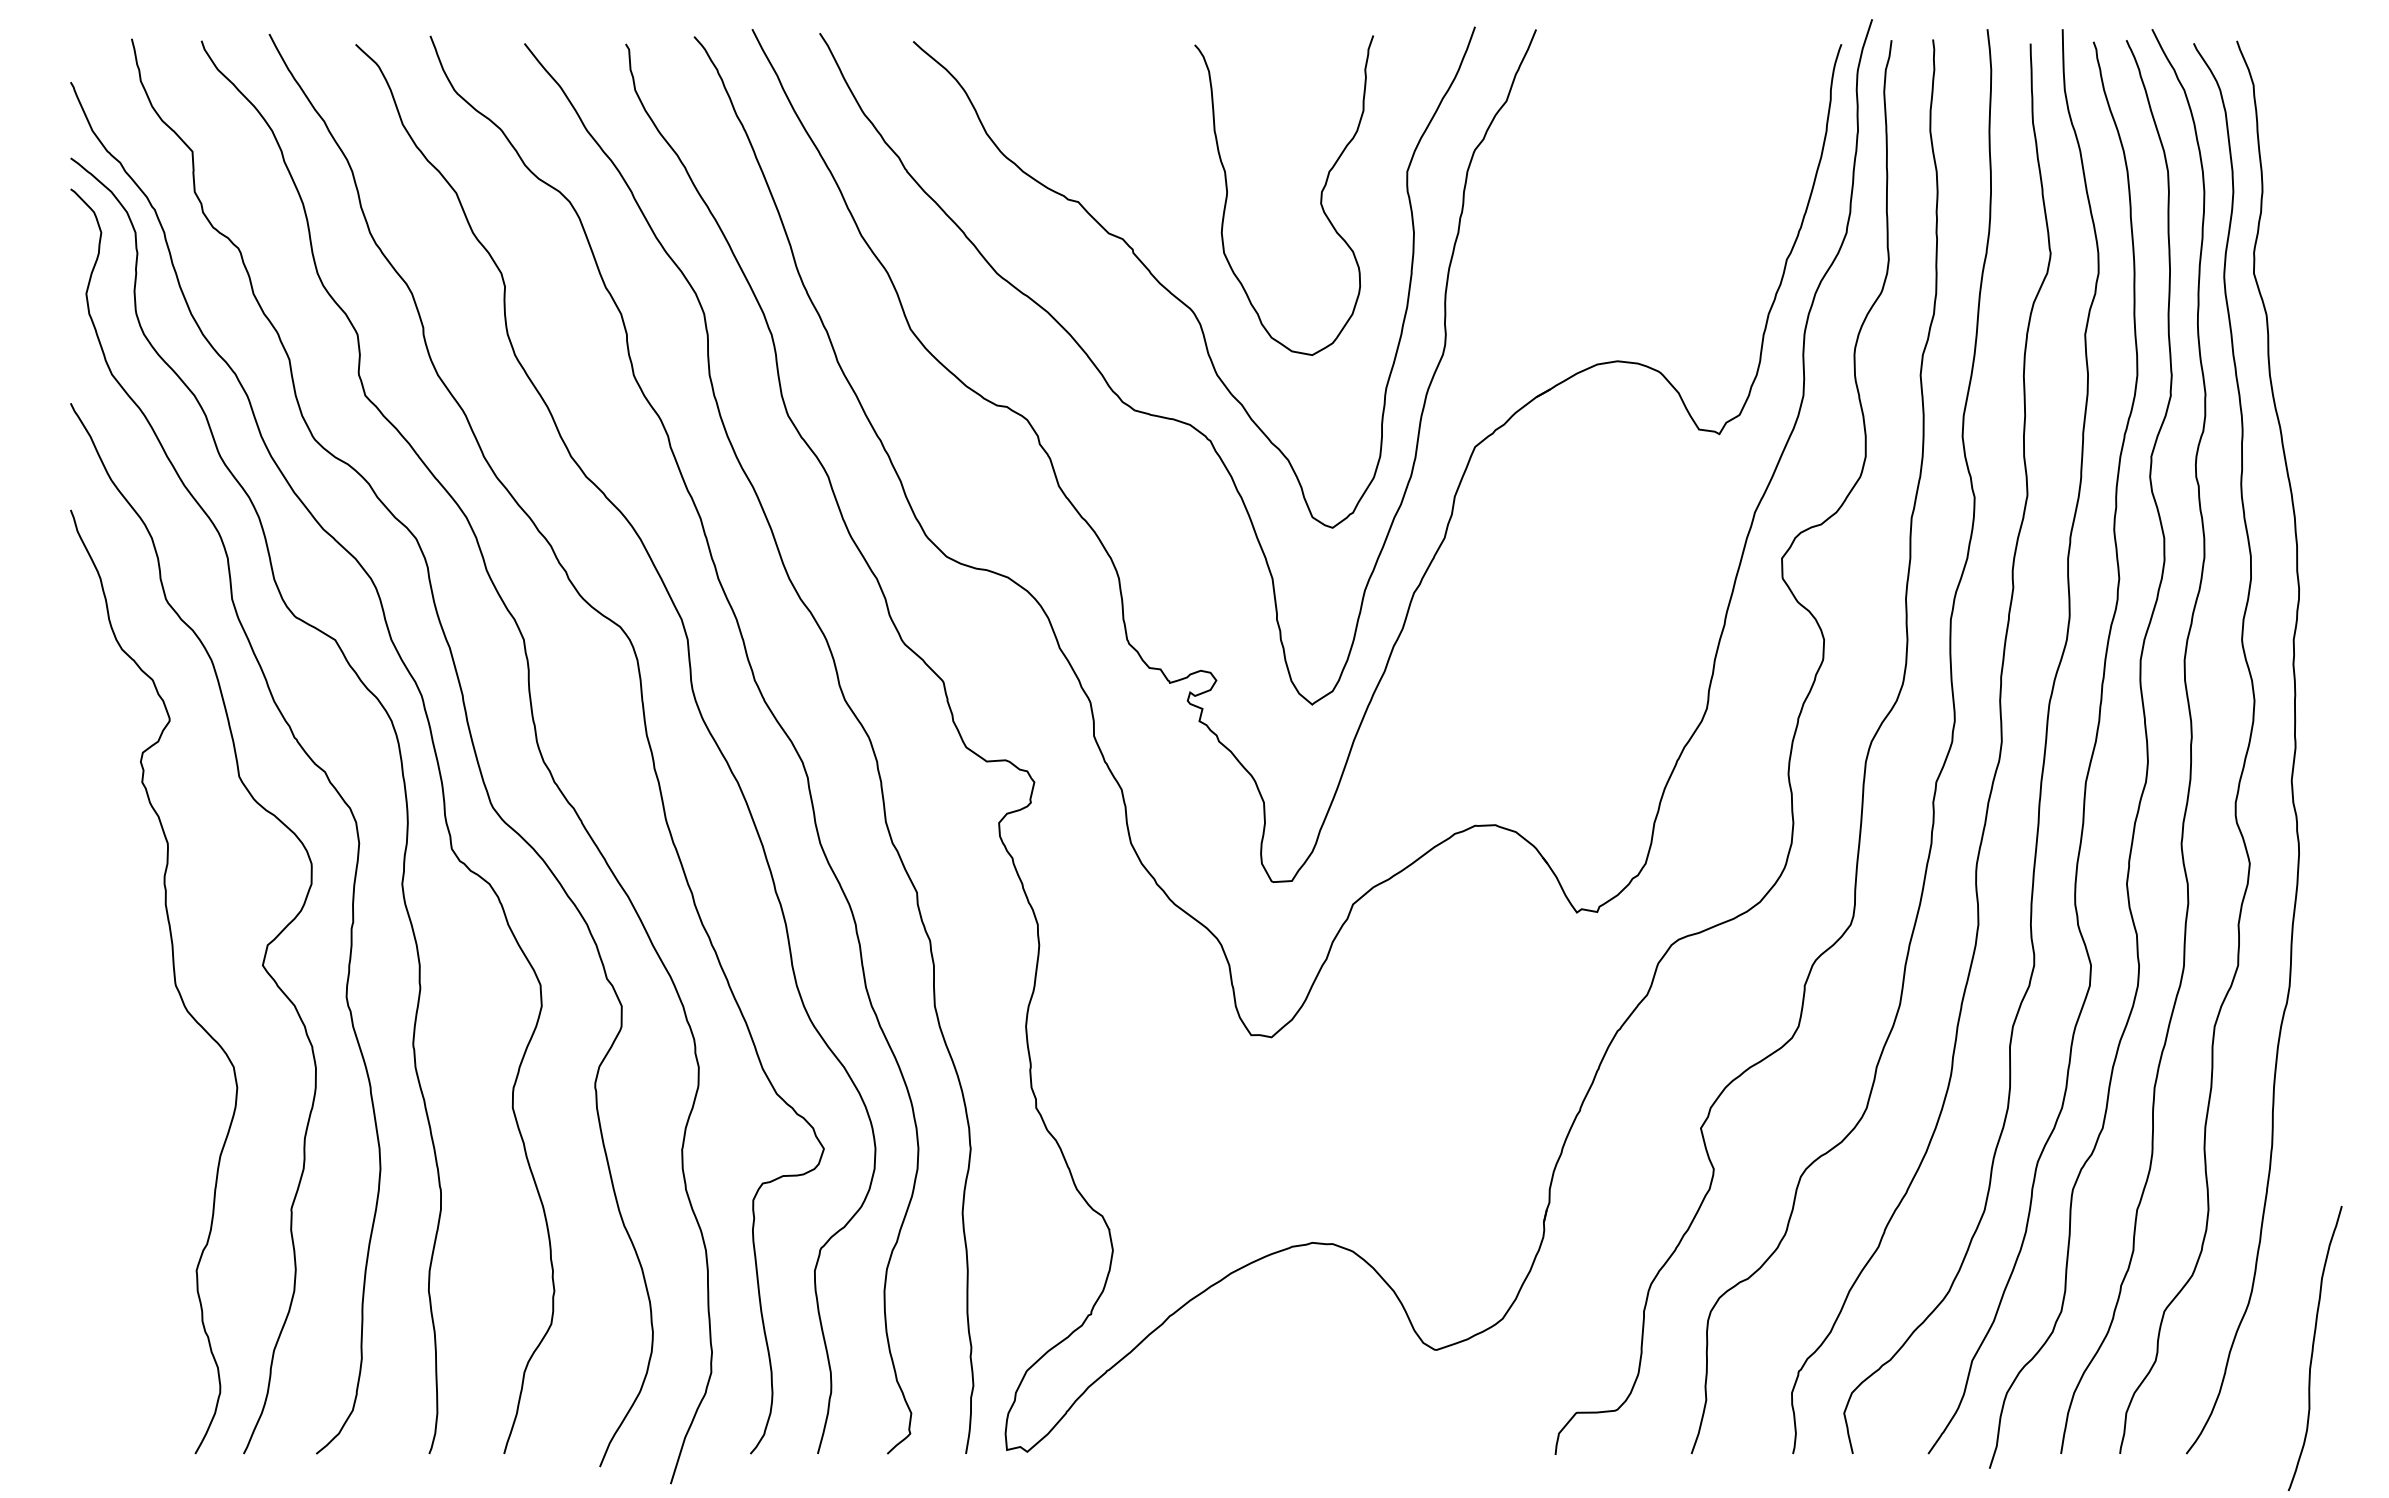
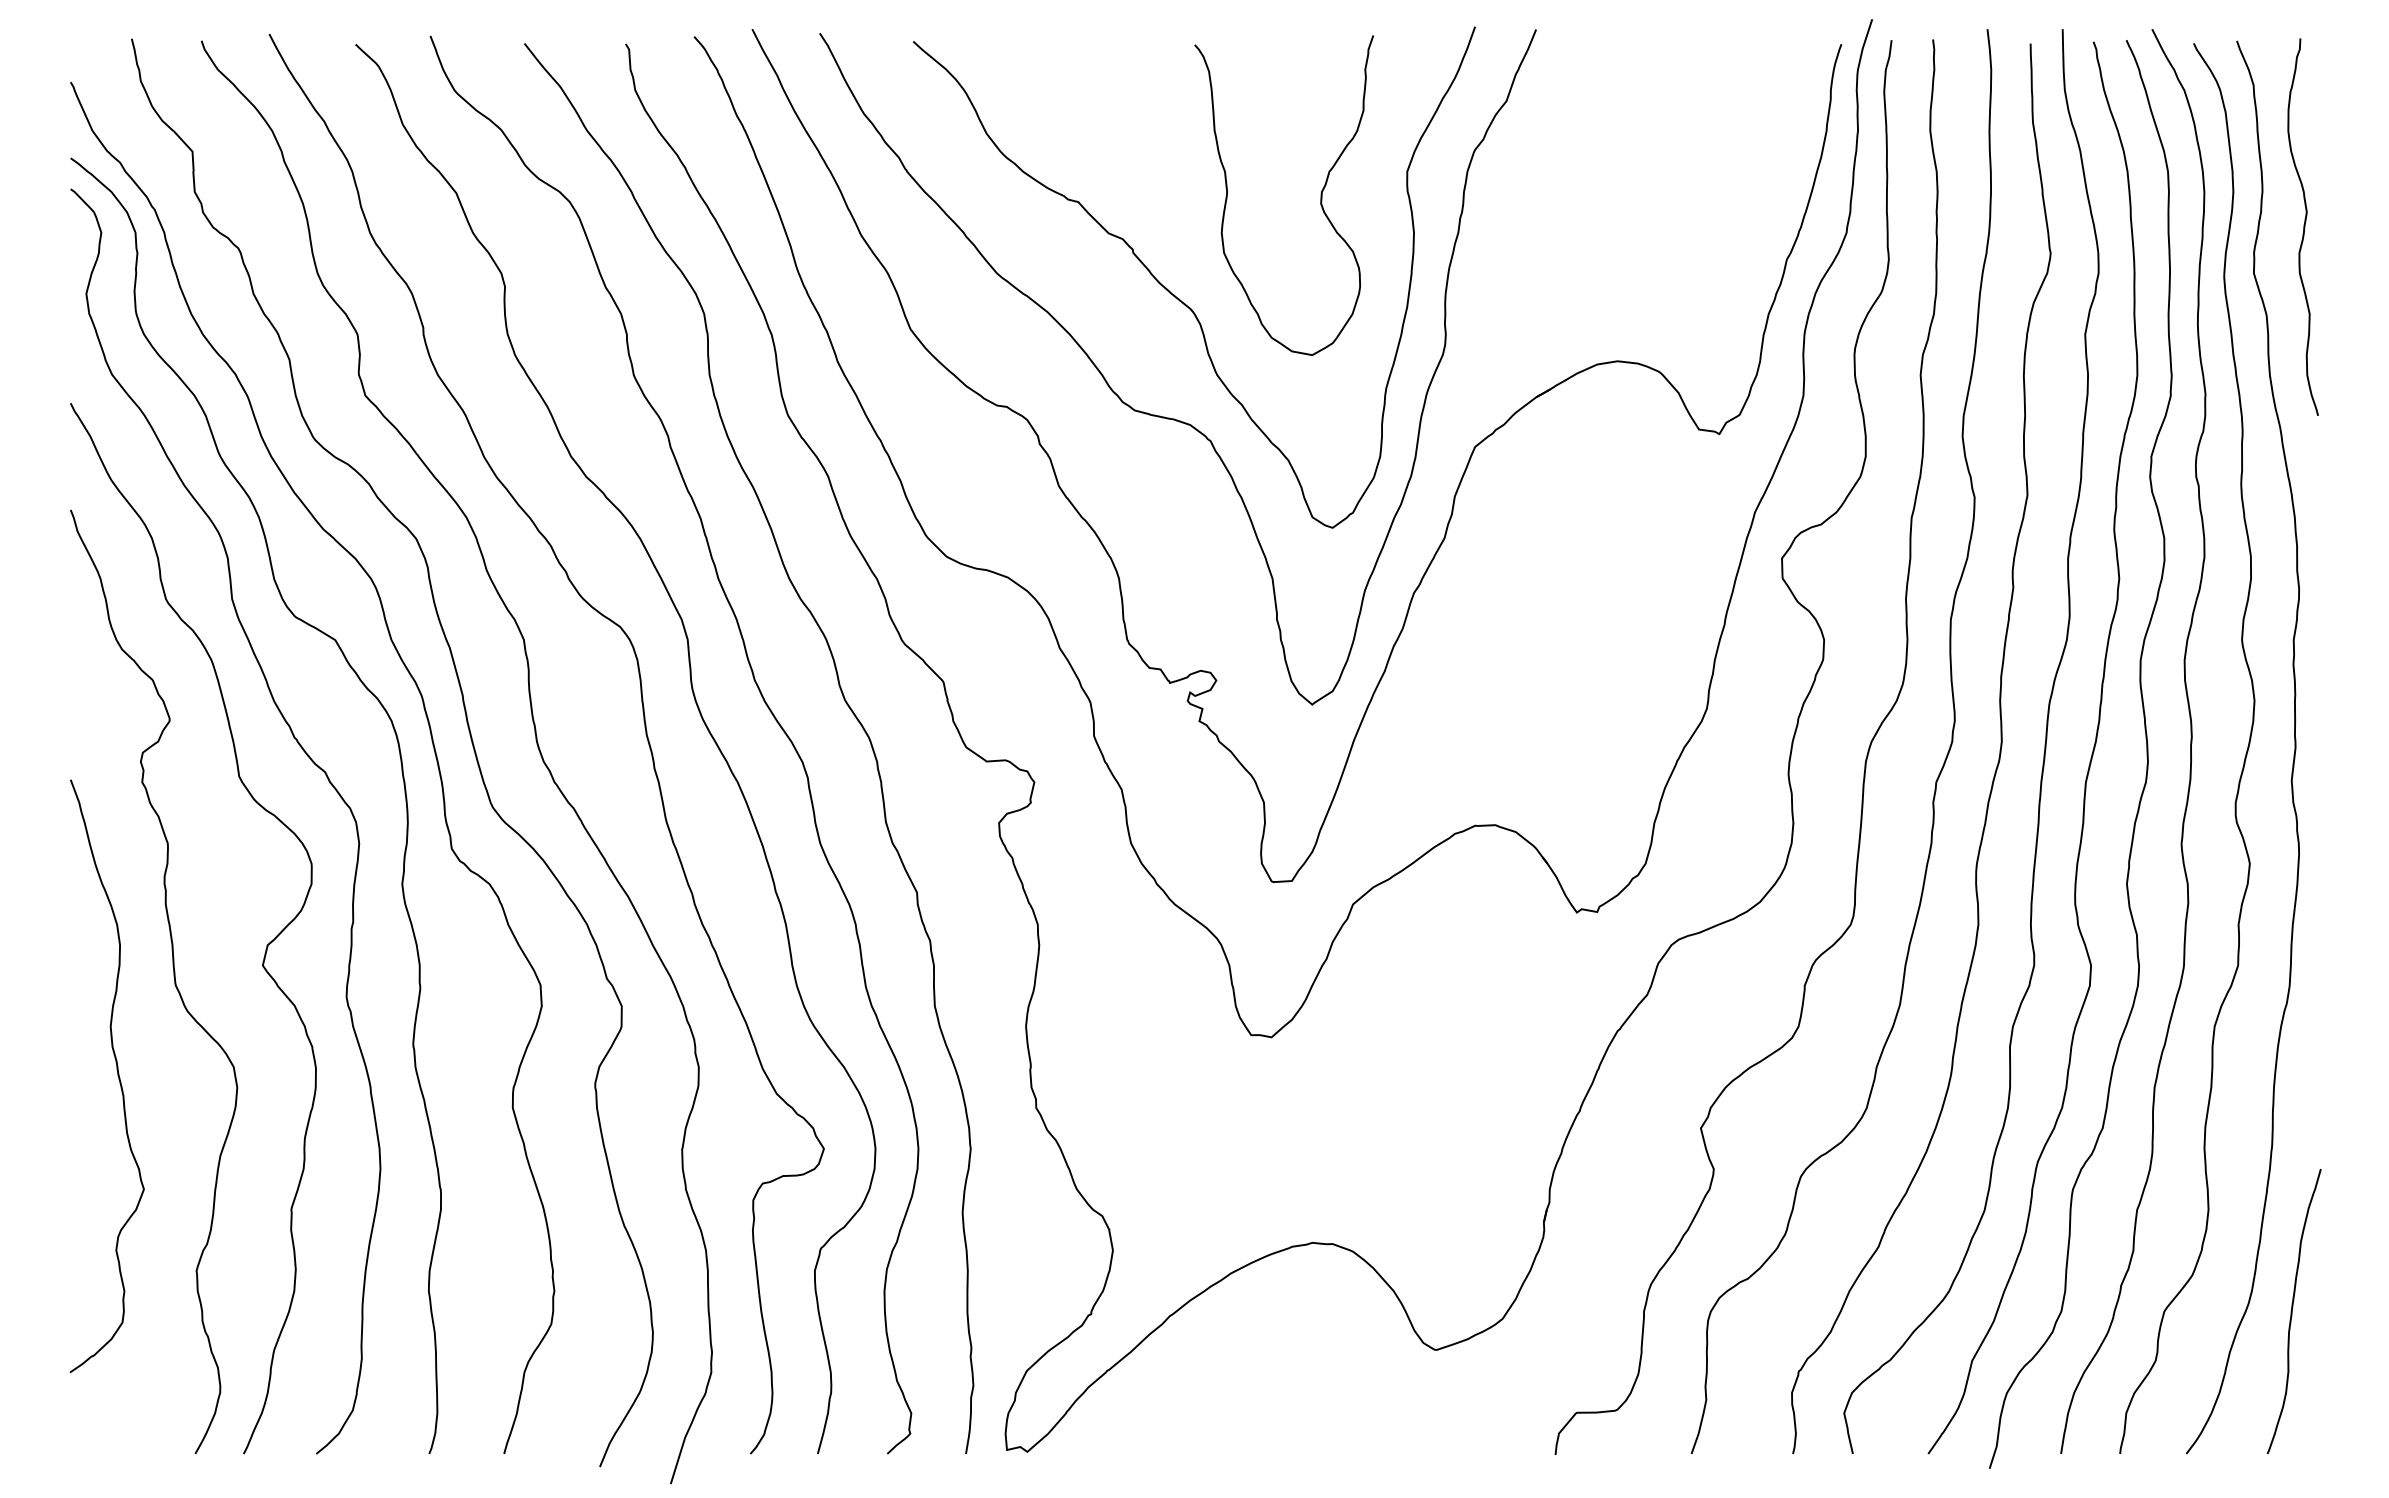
curve at (2303, 226): none -> present
curve at (117, 1075): none -> present
curve at (2313, 1348) position: (2313, 1348) -> (2292, 1311)
